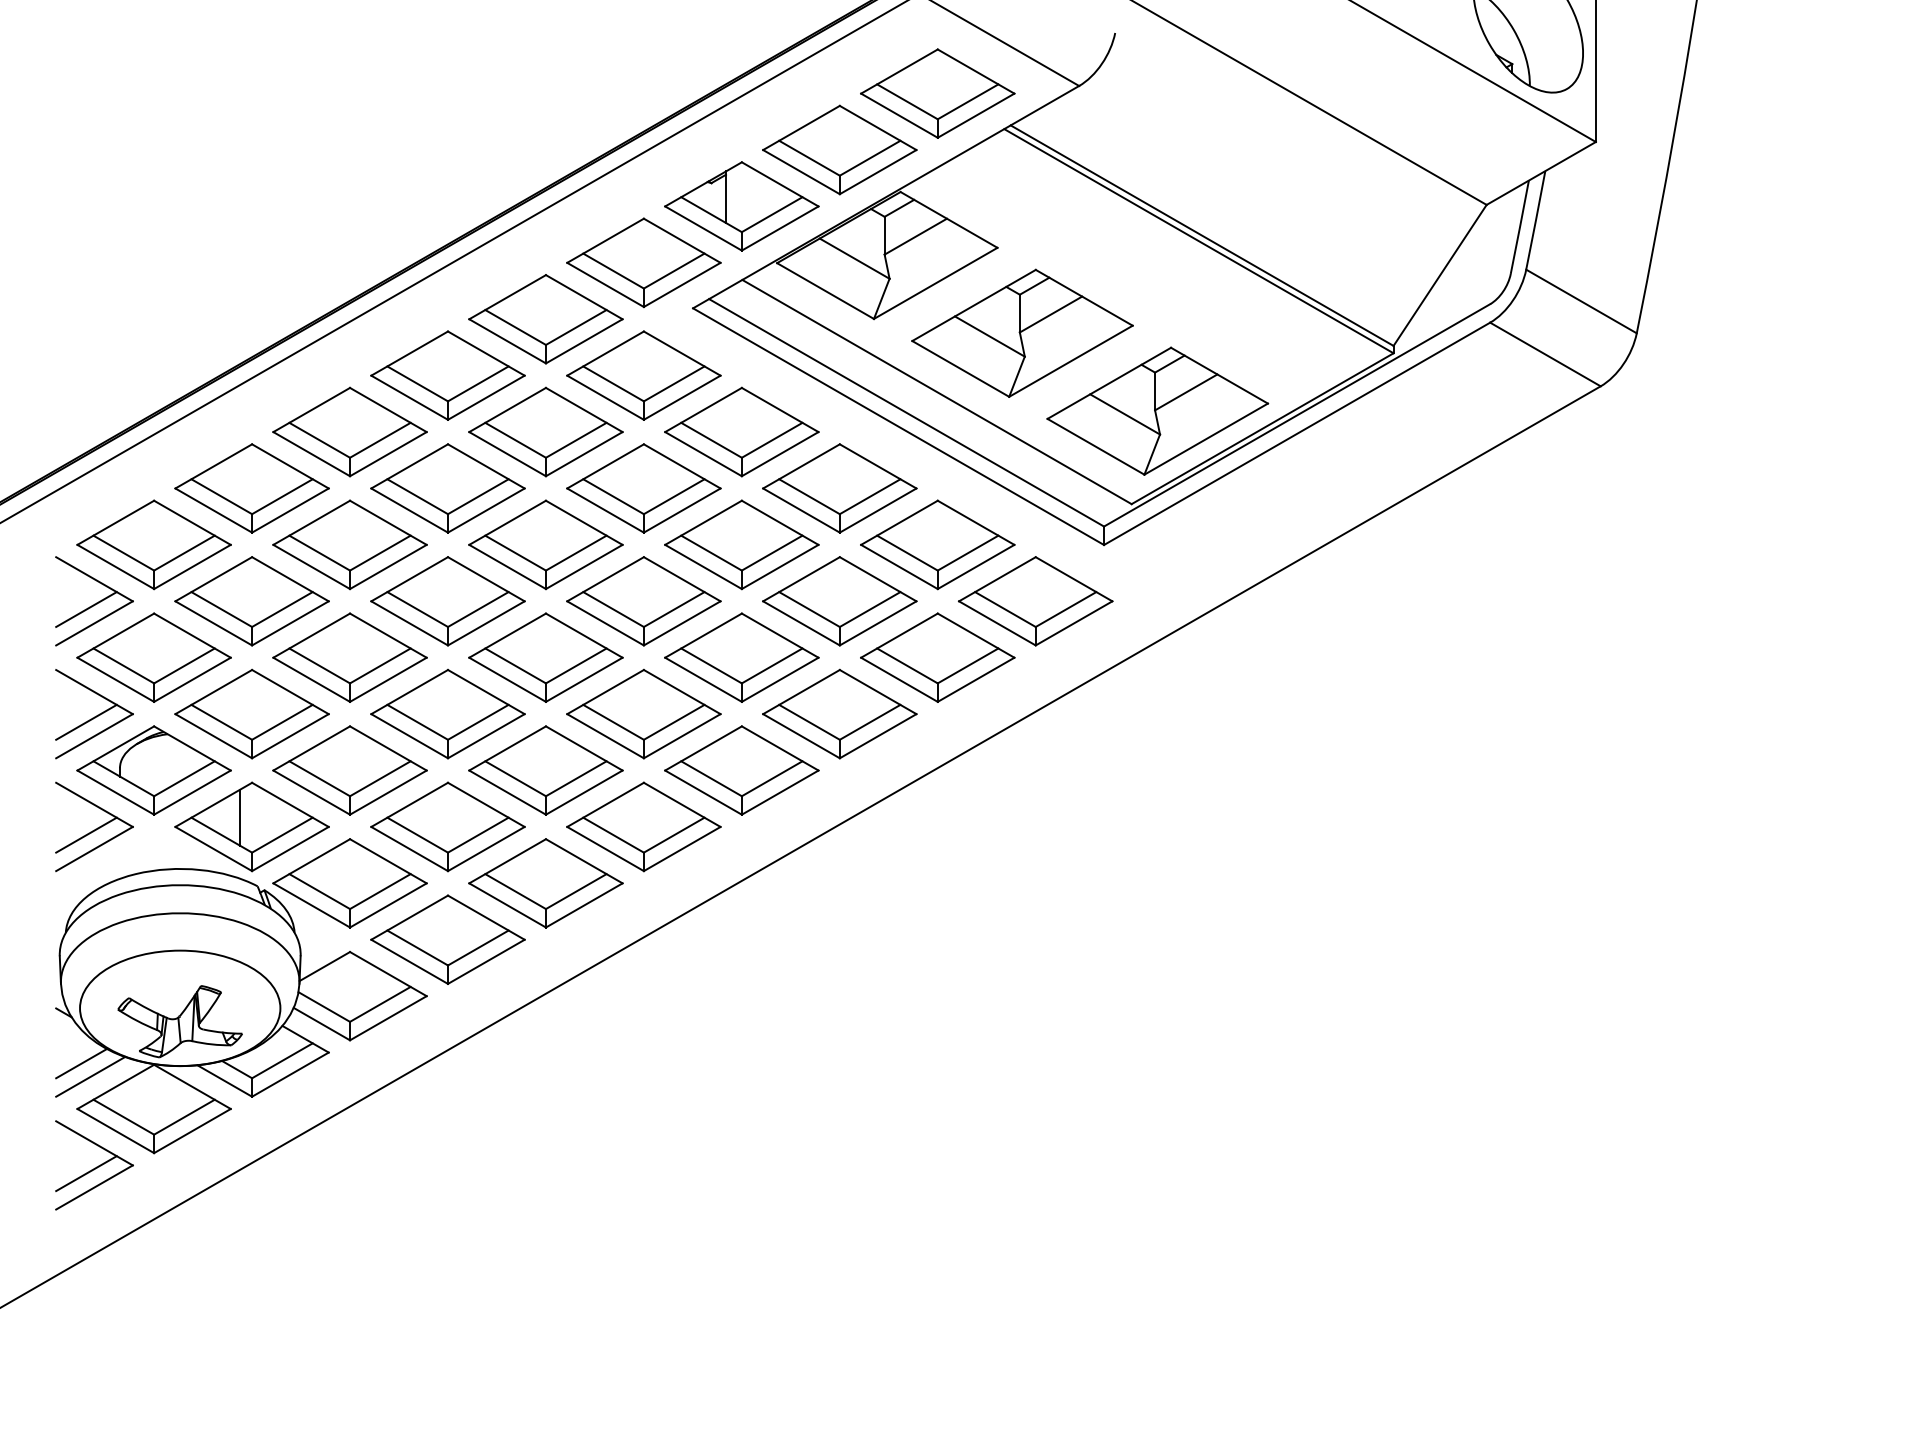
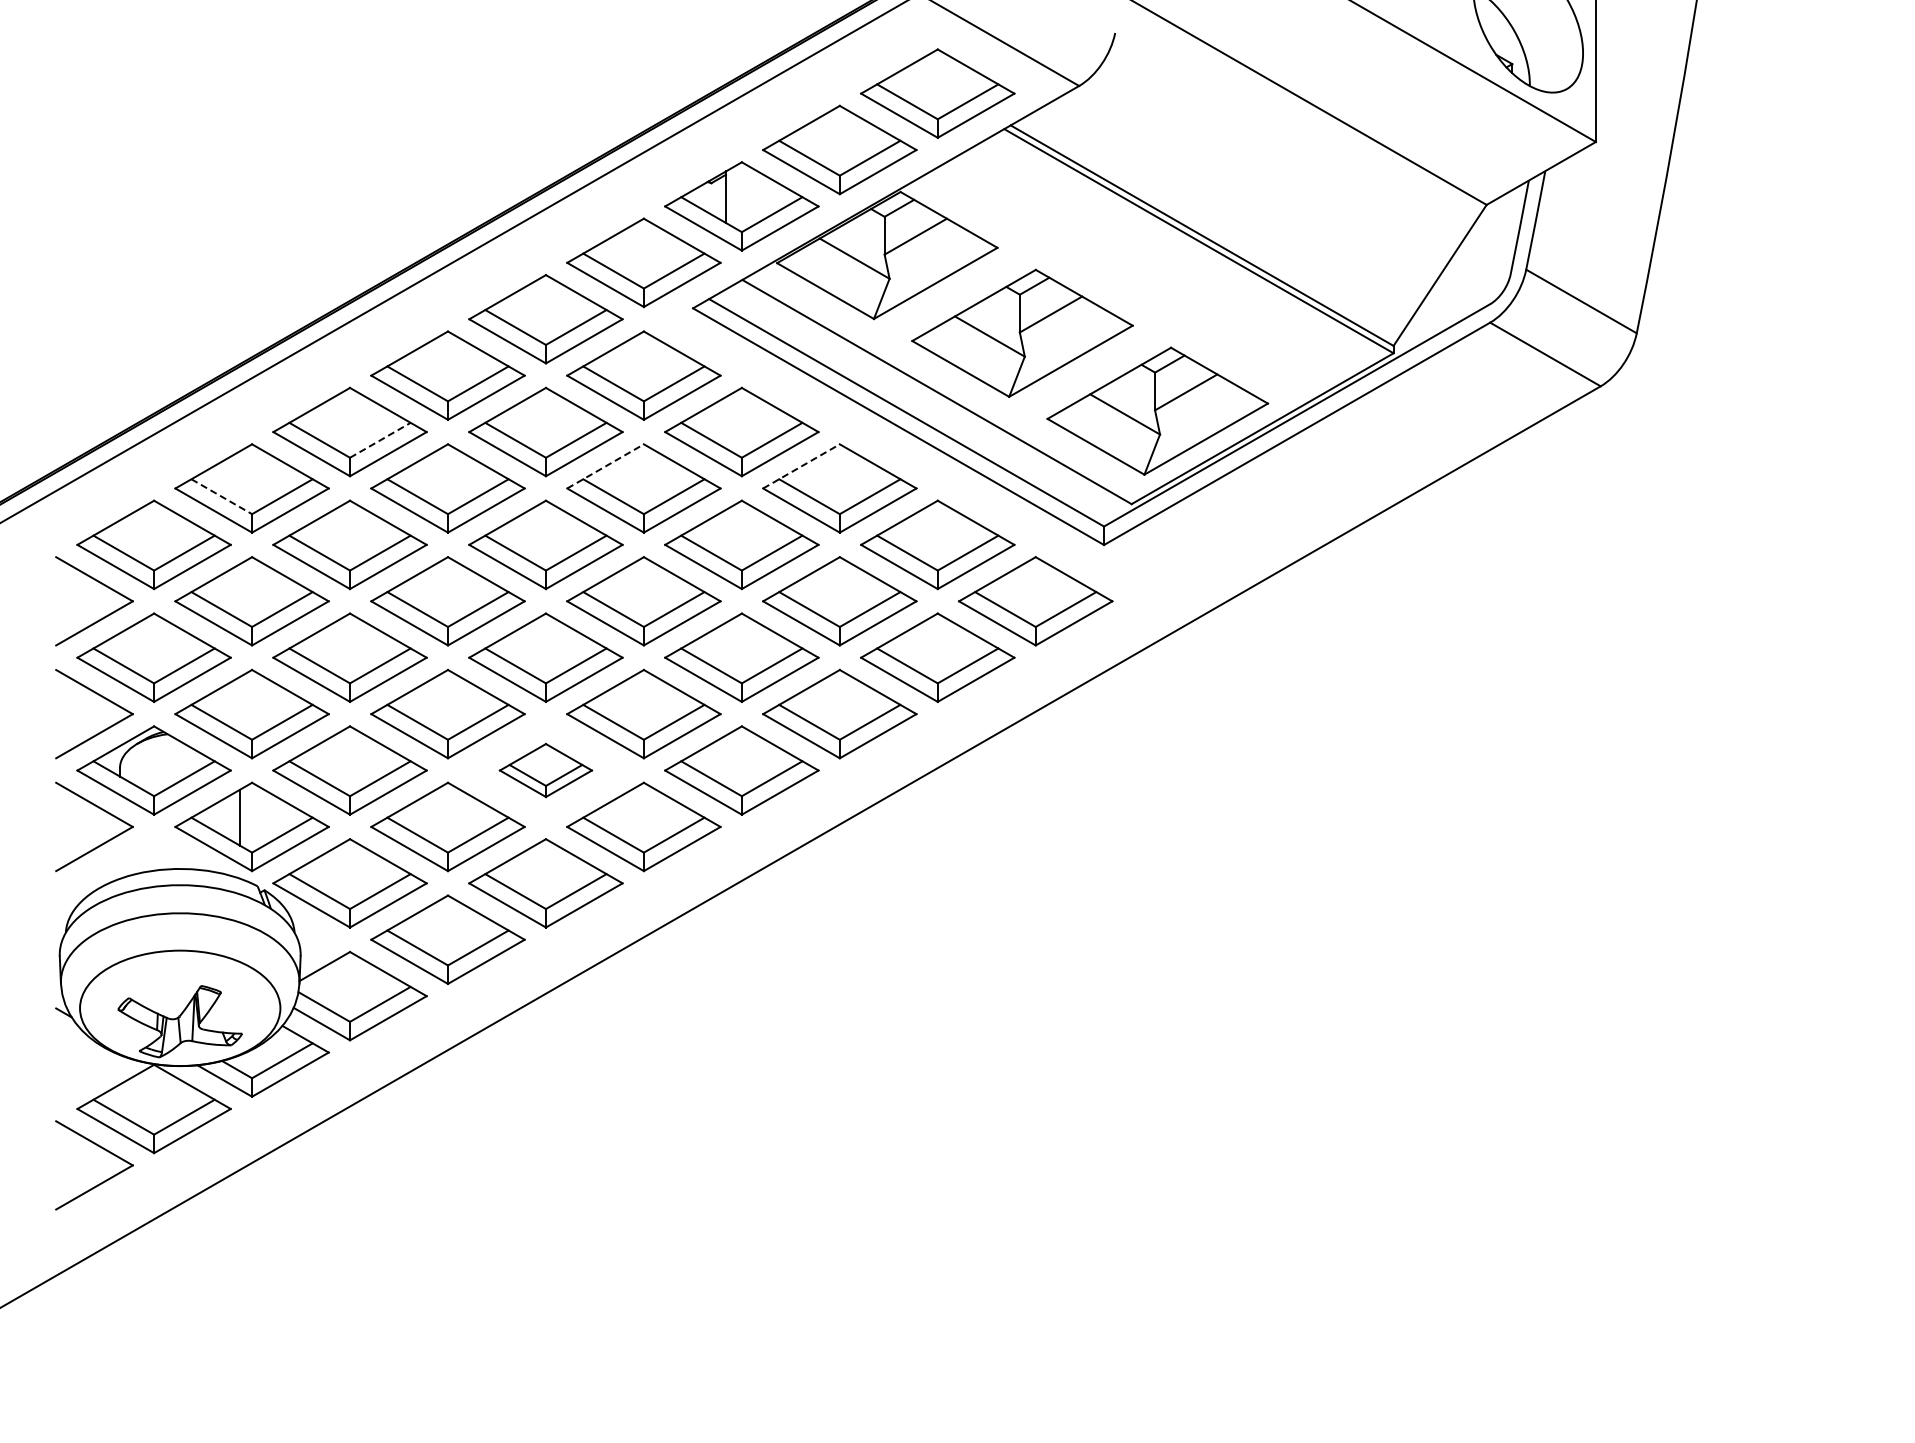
line at (380, 440): solid -> dashed
line at (606, 466): solid -> dashed
line at (801, 466): solid -> dashed
line at (221, 496): solid -> dashed
line at (86, 609): present -> none
line at (86, 721): present -> none
part at (545, 770) size: 156x91 px -> 96x56 px
line at (86, 834): present -> none
line at (81, 1063): present -> none
line at (90, 1076): present -> none
line at (86, 1173): present -> none
